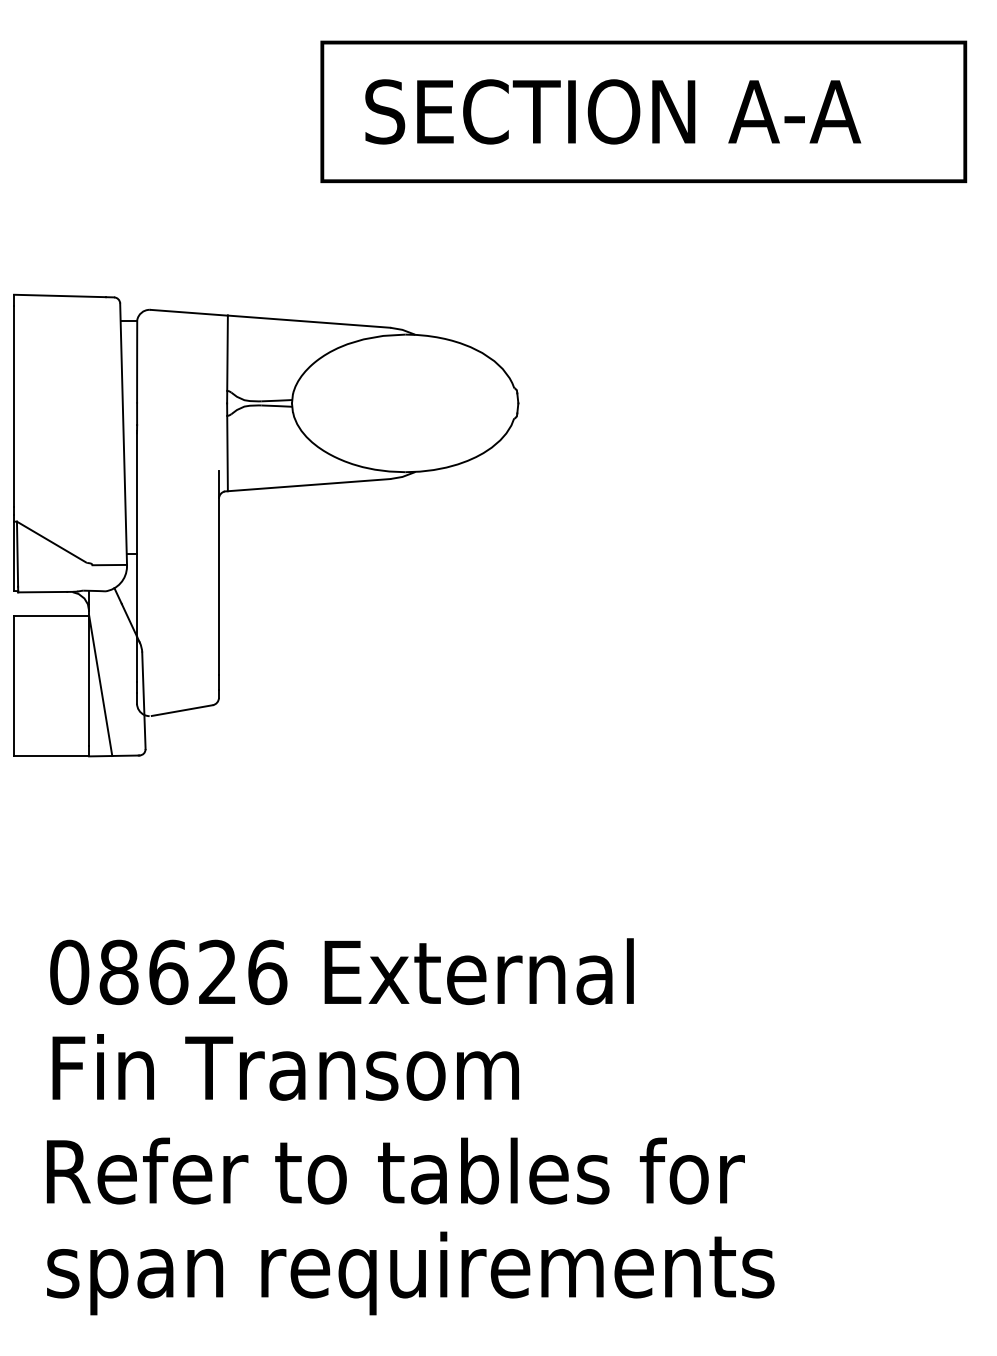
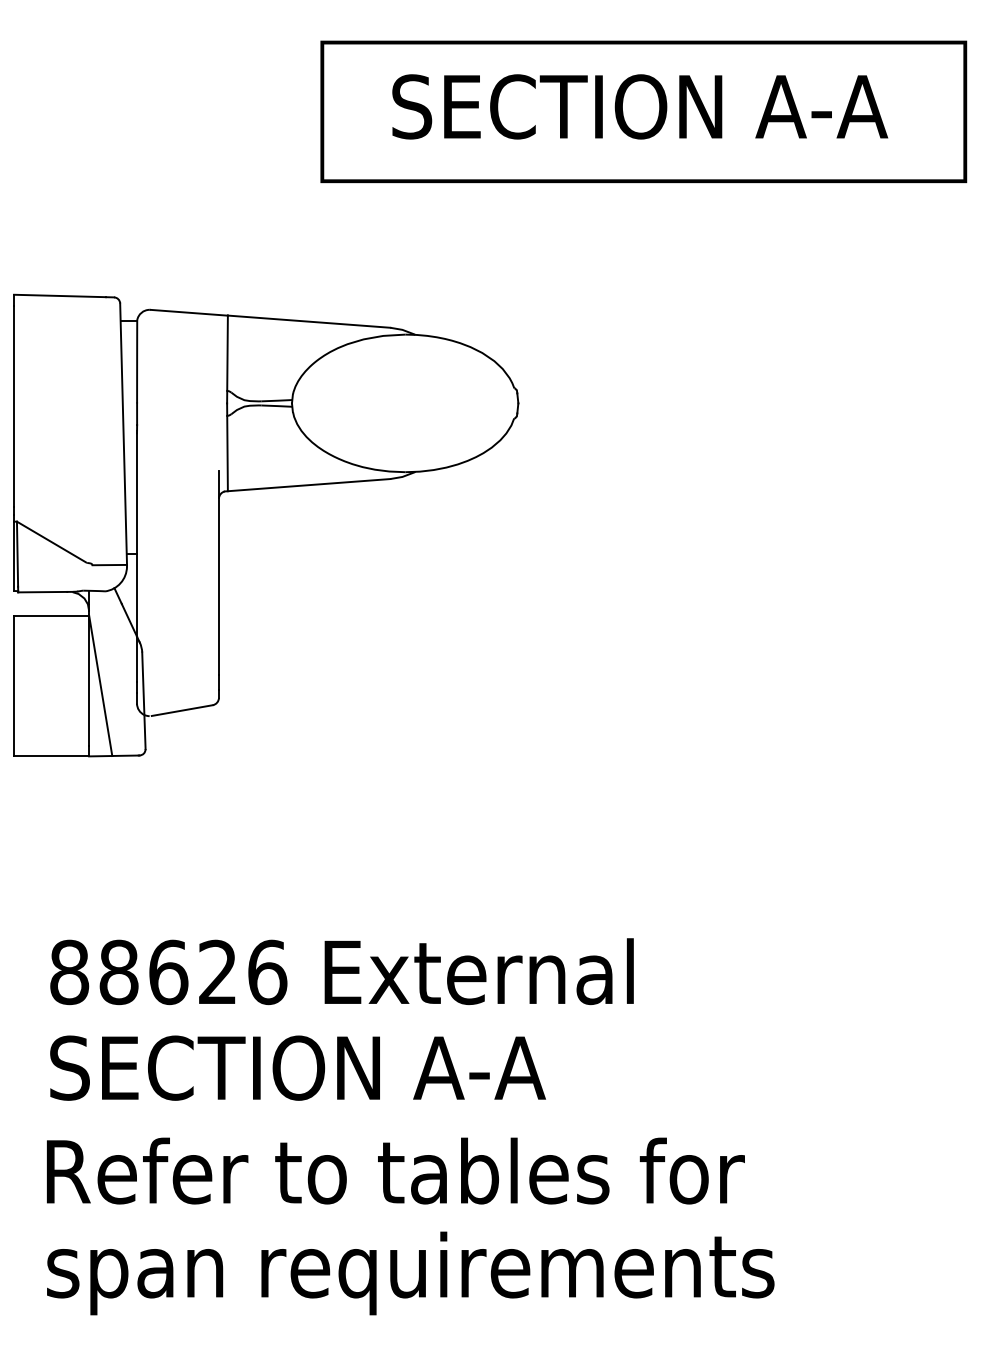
text at (613, 111) position: (613, 111) -> (640, 106)
text at (69, 972): 08626 -> 88626
text at (297, 1067): Fin Transom -> SECTION A-A
